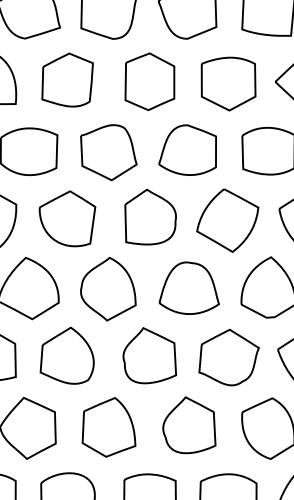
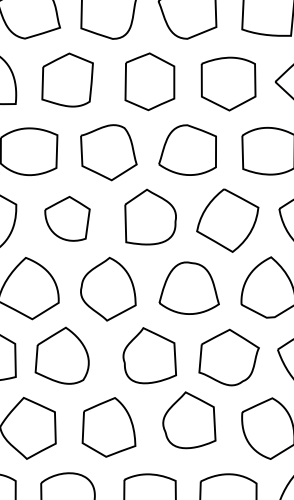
part at (67, 218) size: 59x58 px -> 47x46 px
part at (66, 355) position: (66, 355) -> (61, 355)
part at (189, 425) position: (189, 425) -> (189, 420)
